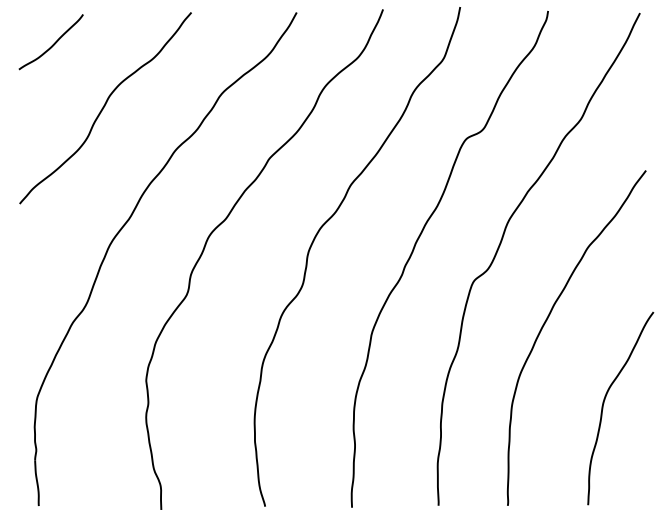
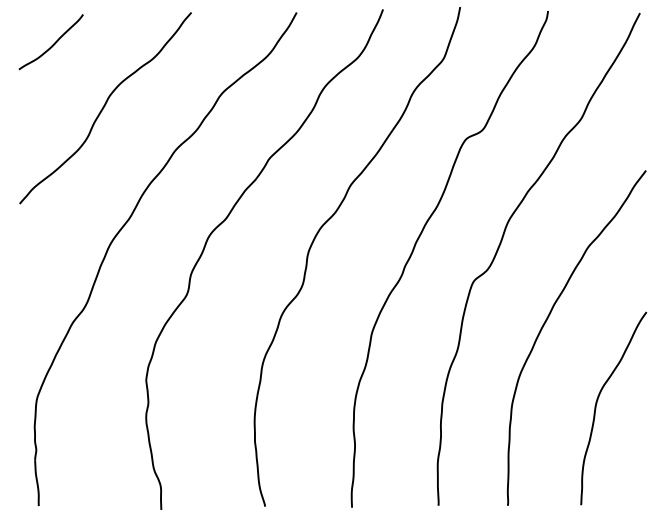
curve at (604, 403) position: (604, 403) -> (597, 403)
